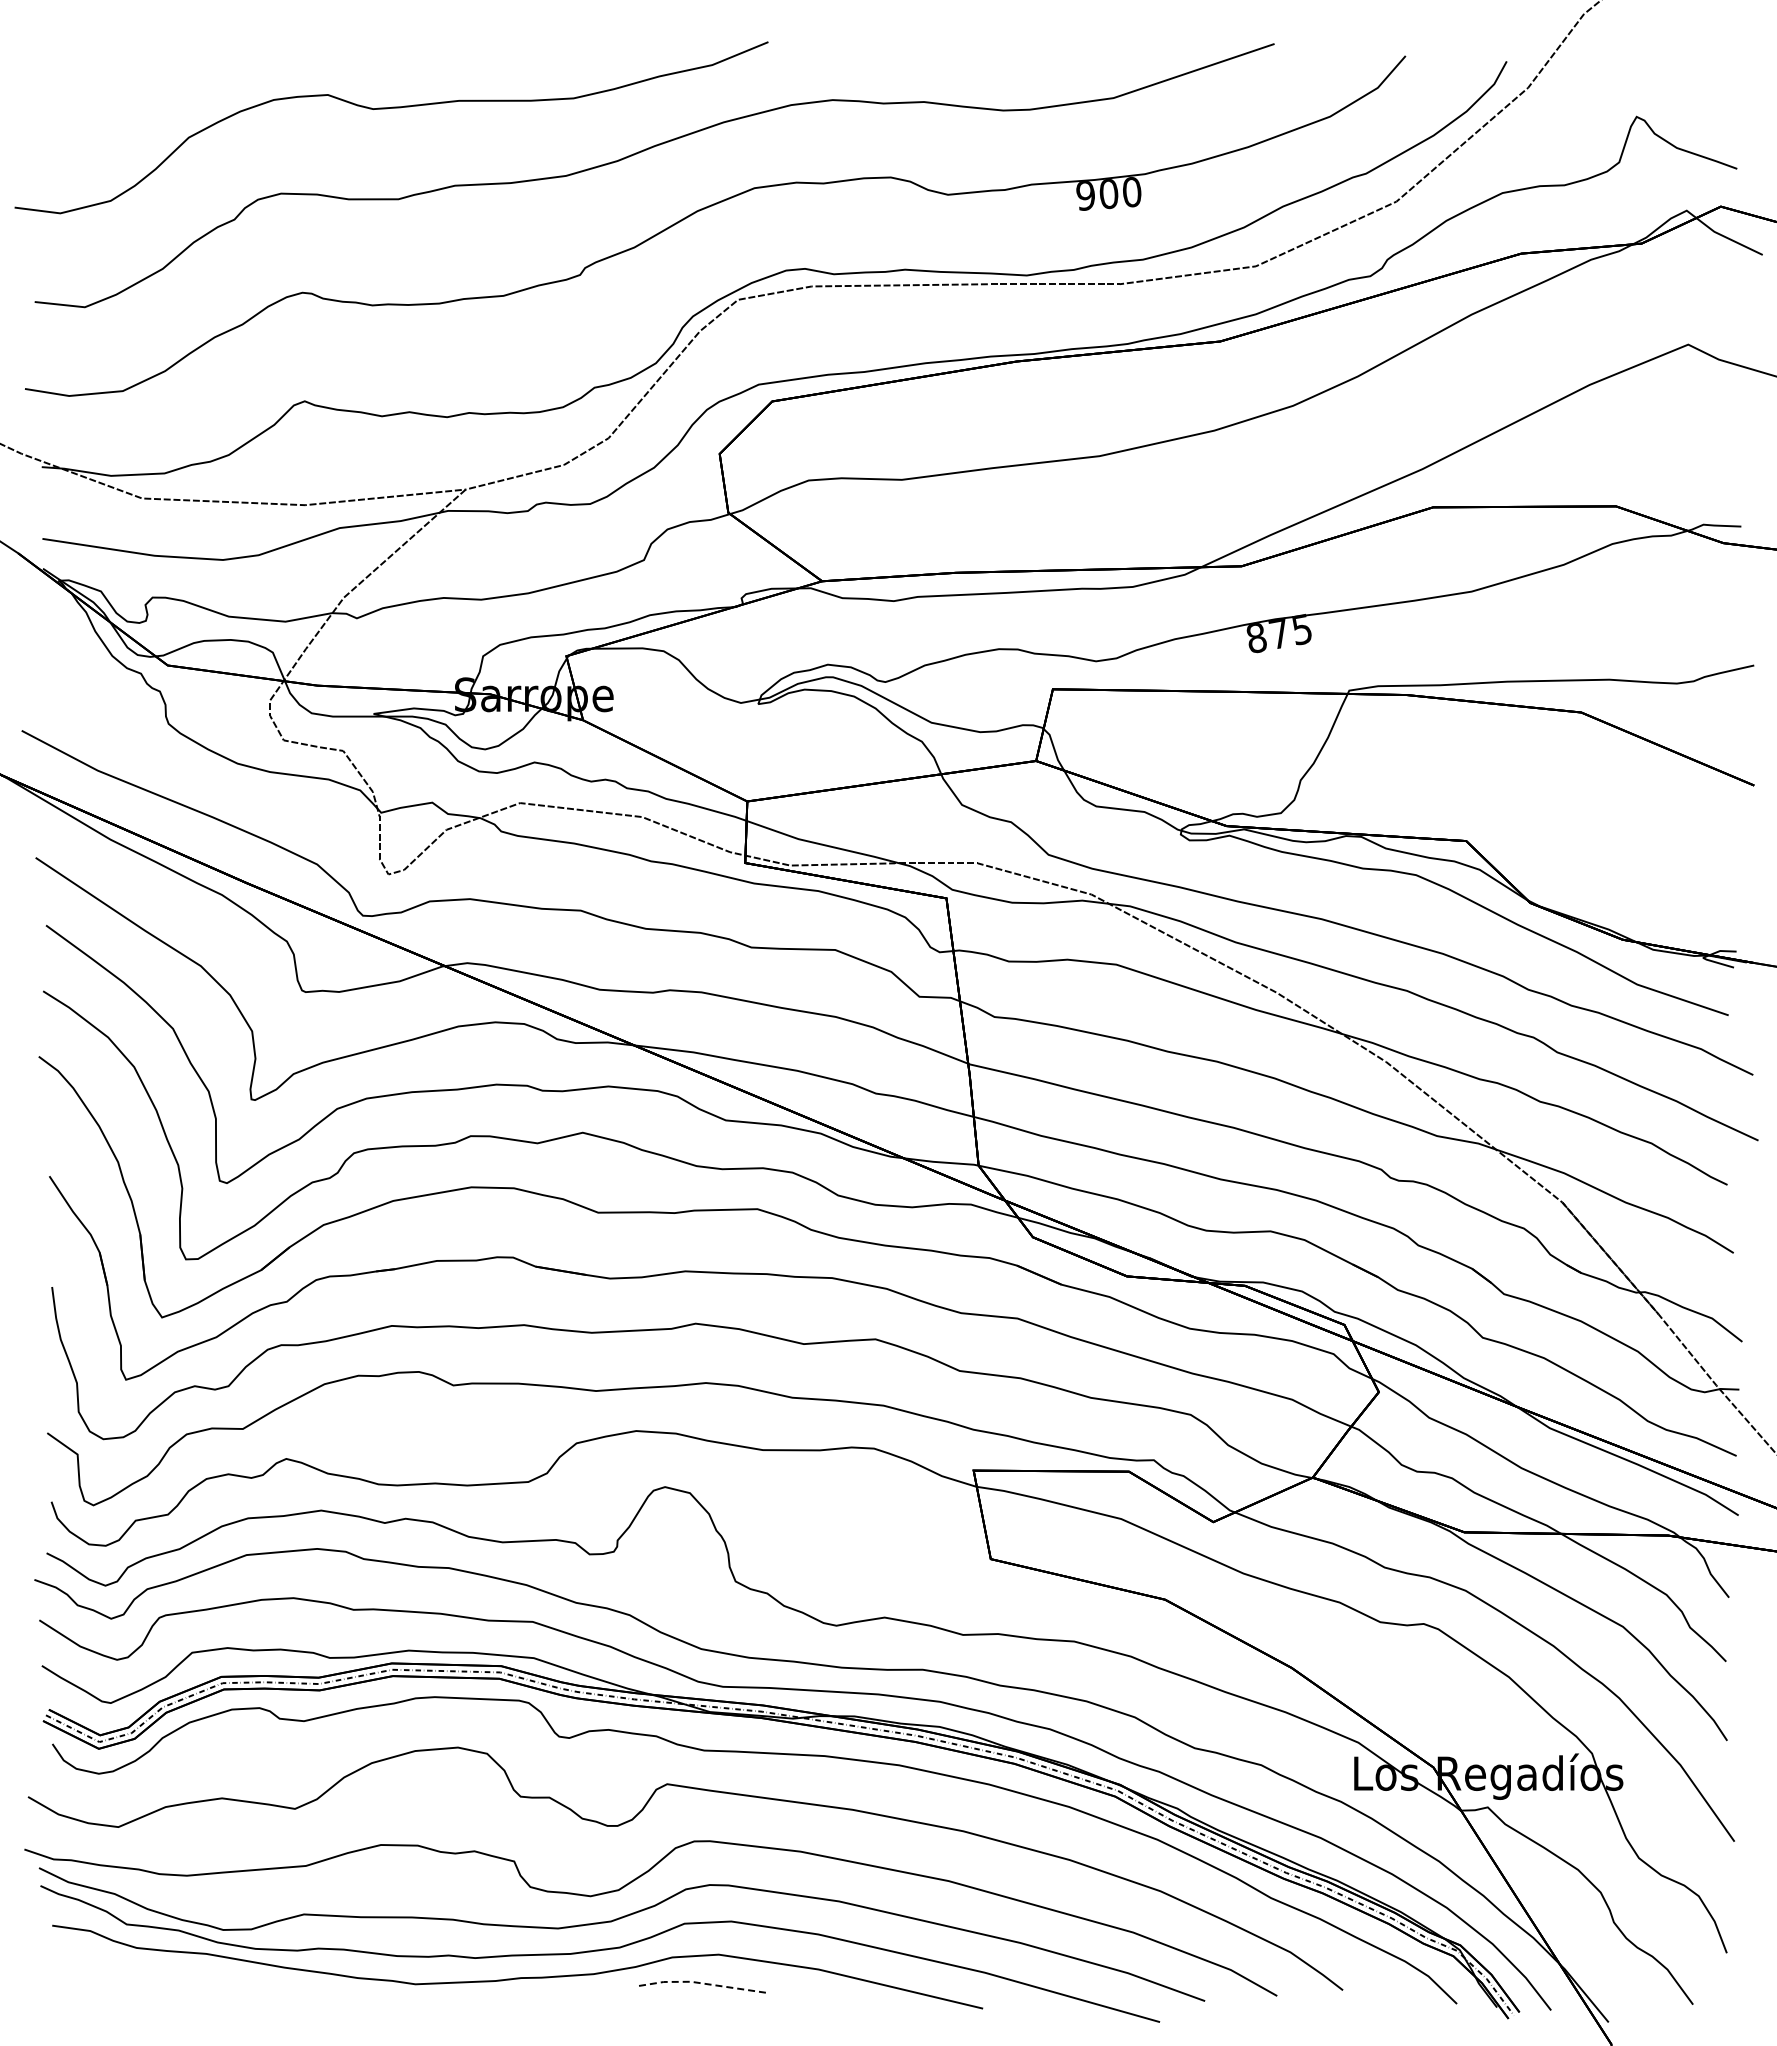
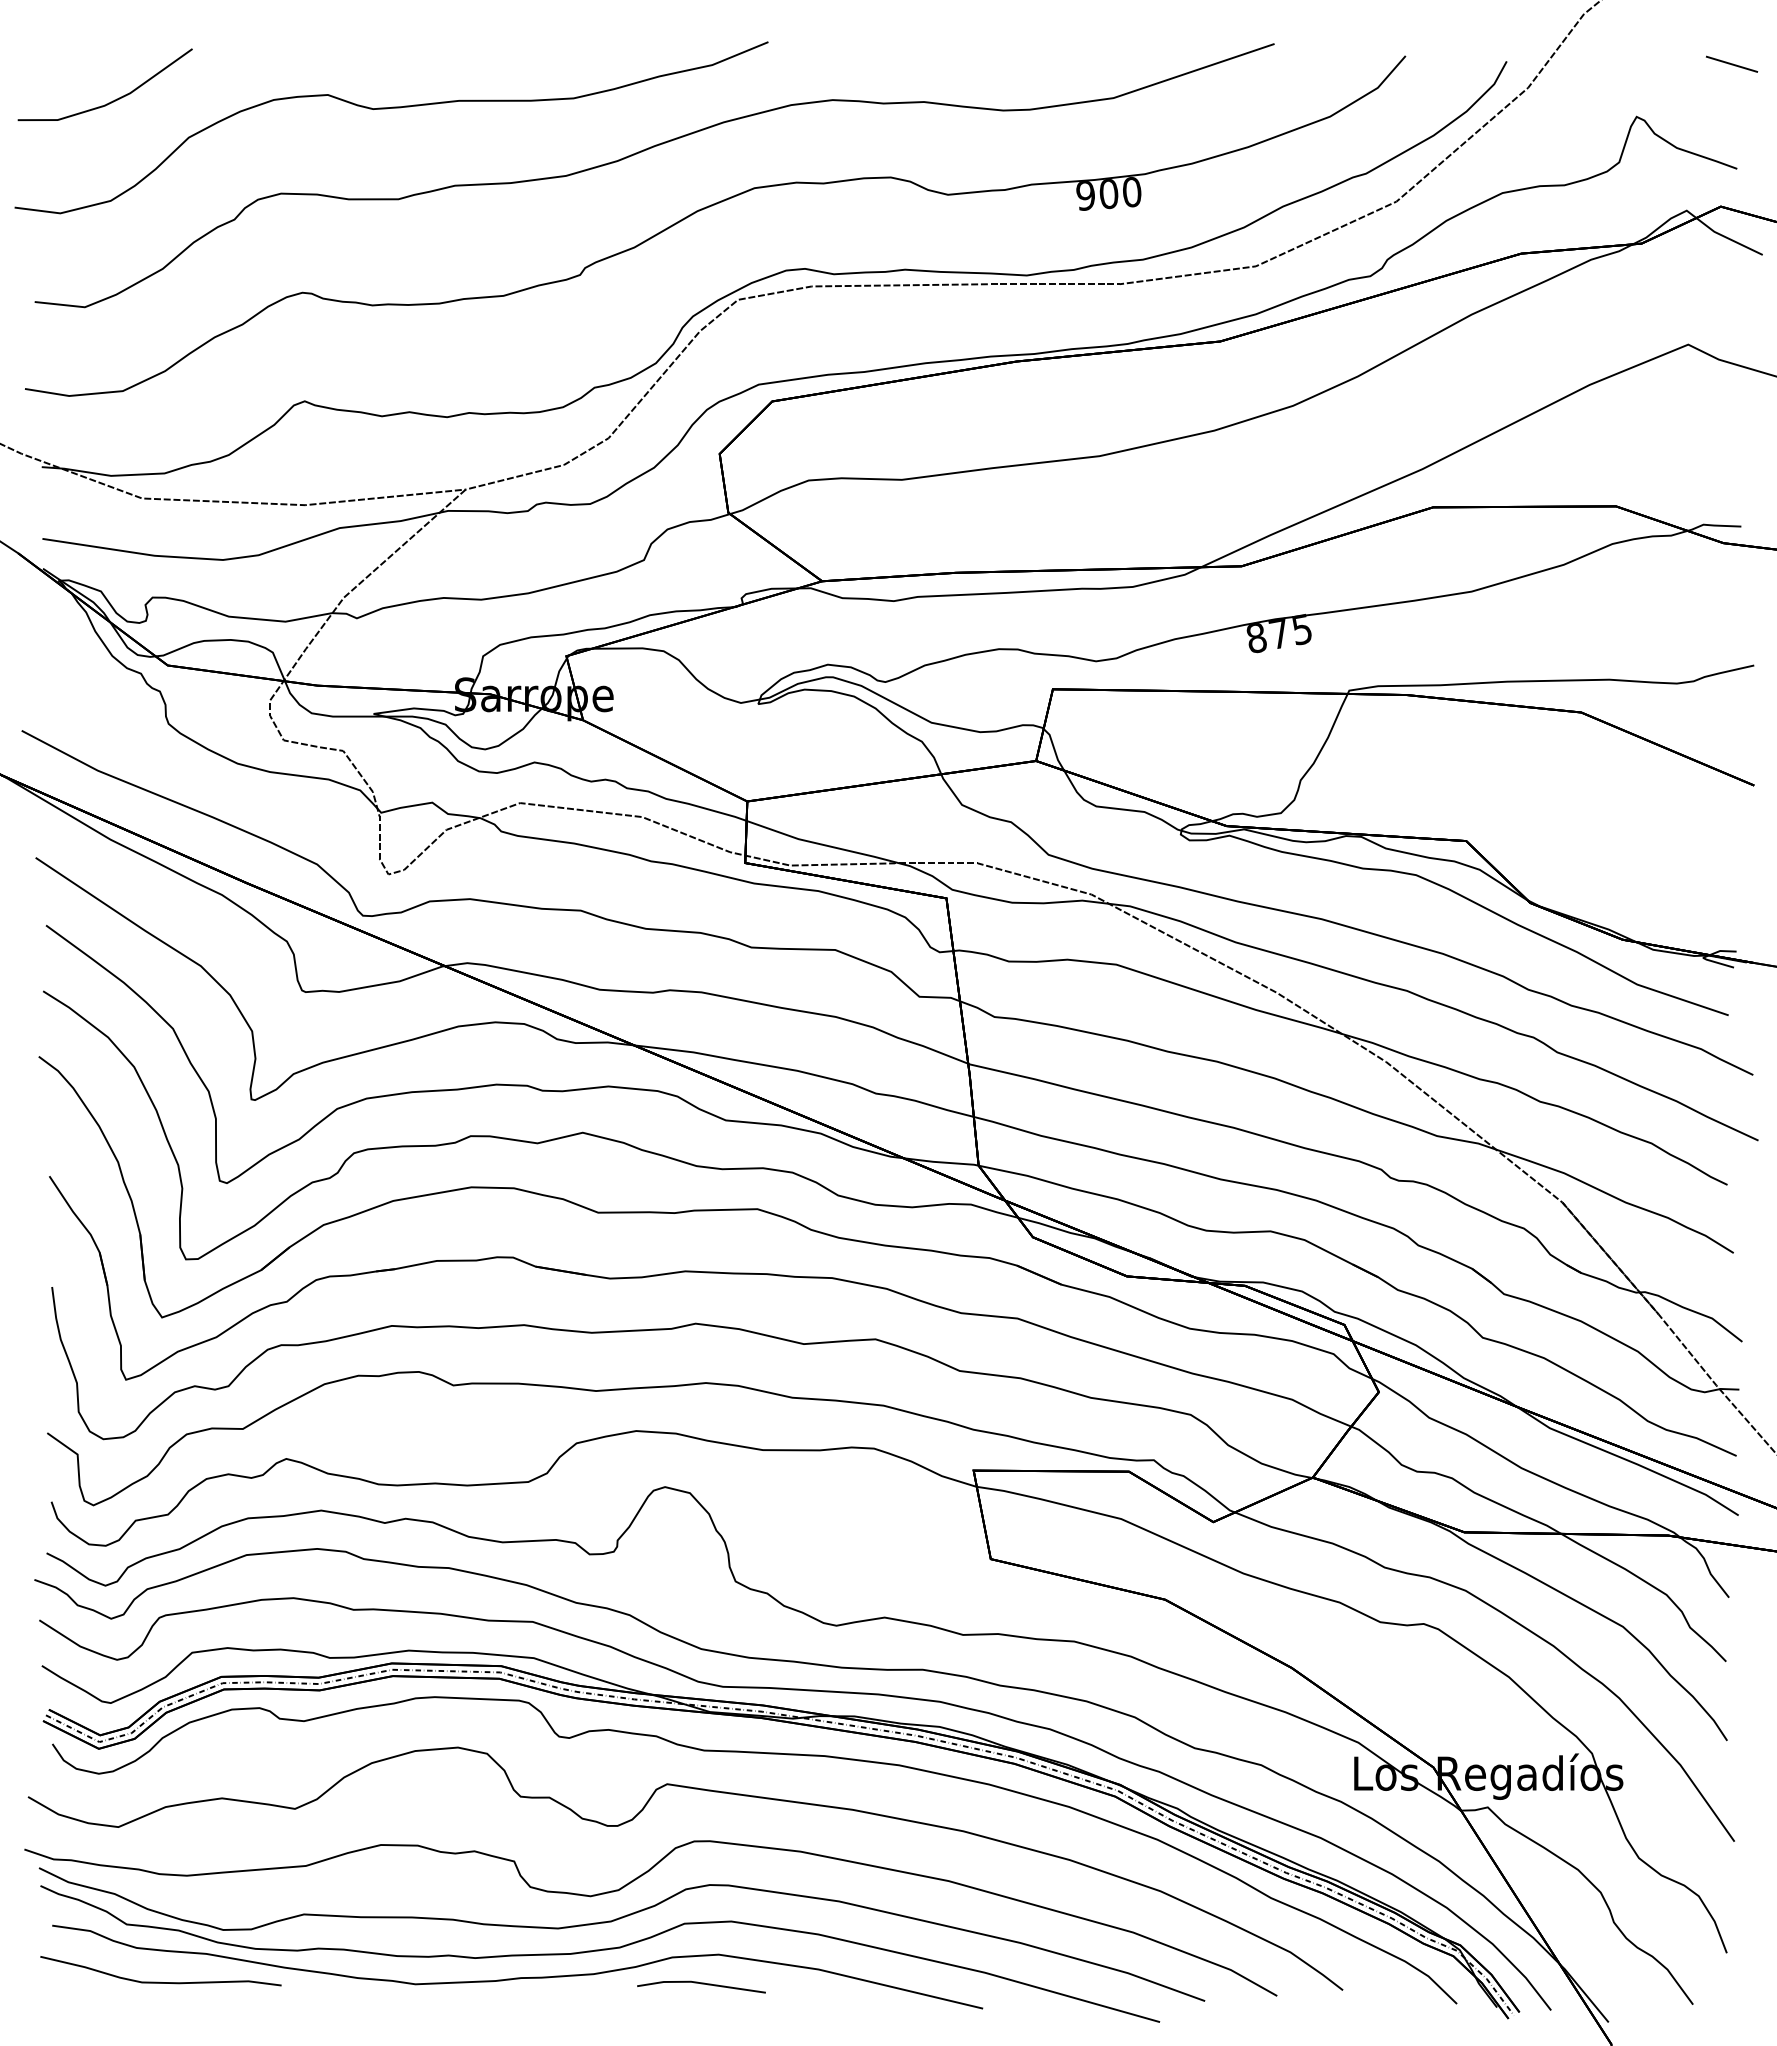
line at (1732, 63): none -> present
line at (112, 100): none -> present
curve at (159, 1981): none -> present
line at (699, 1983): dashed -> solid
